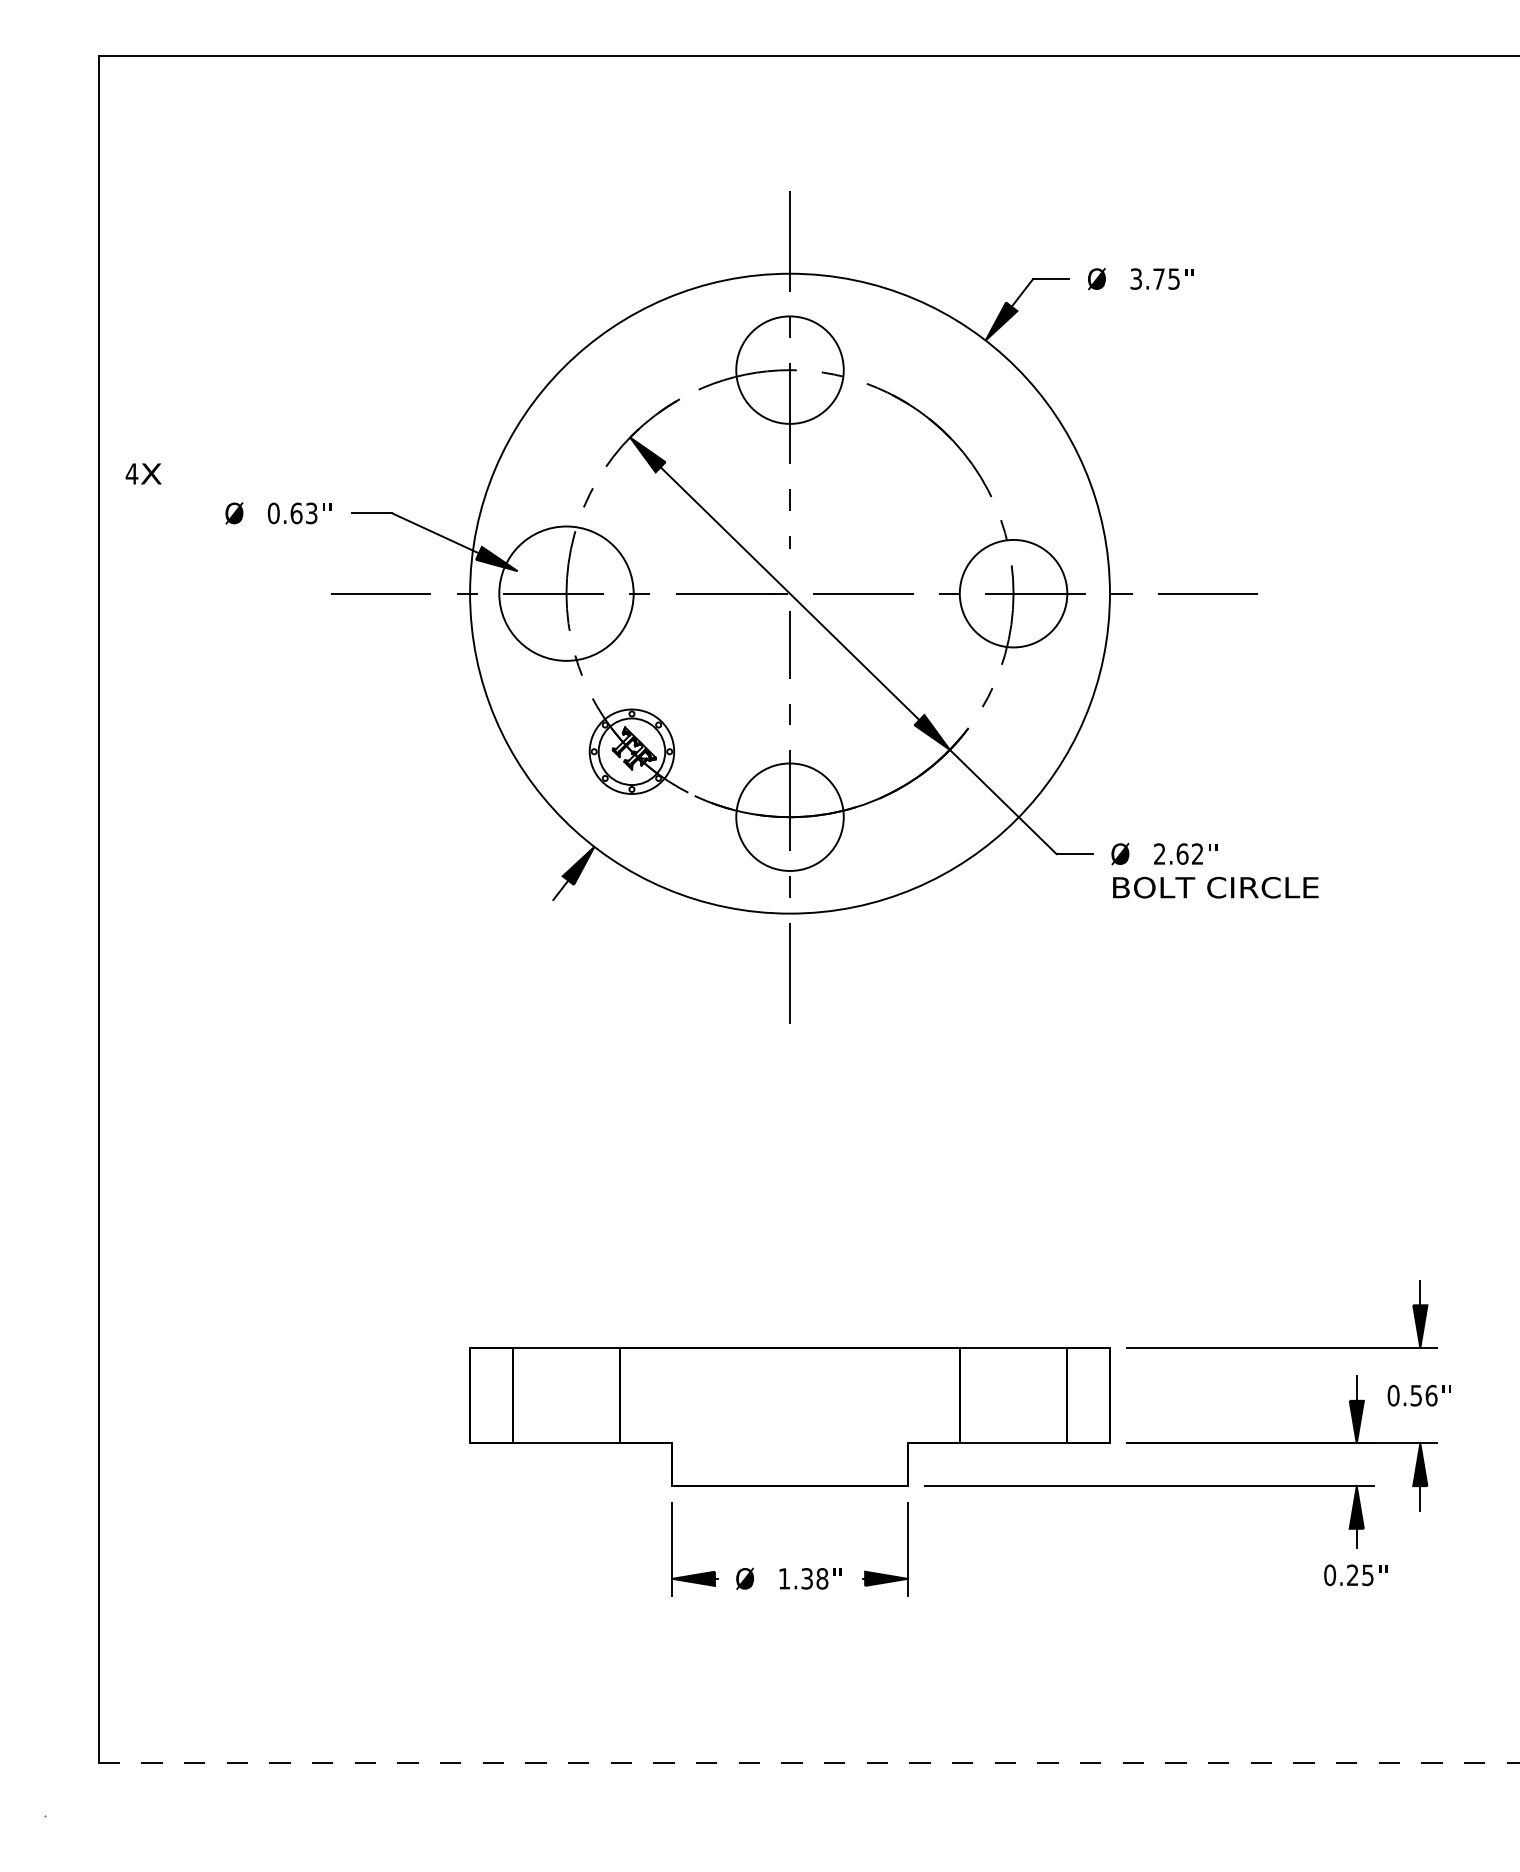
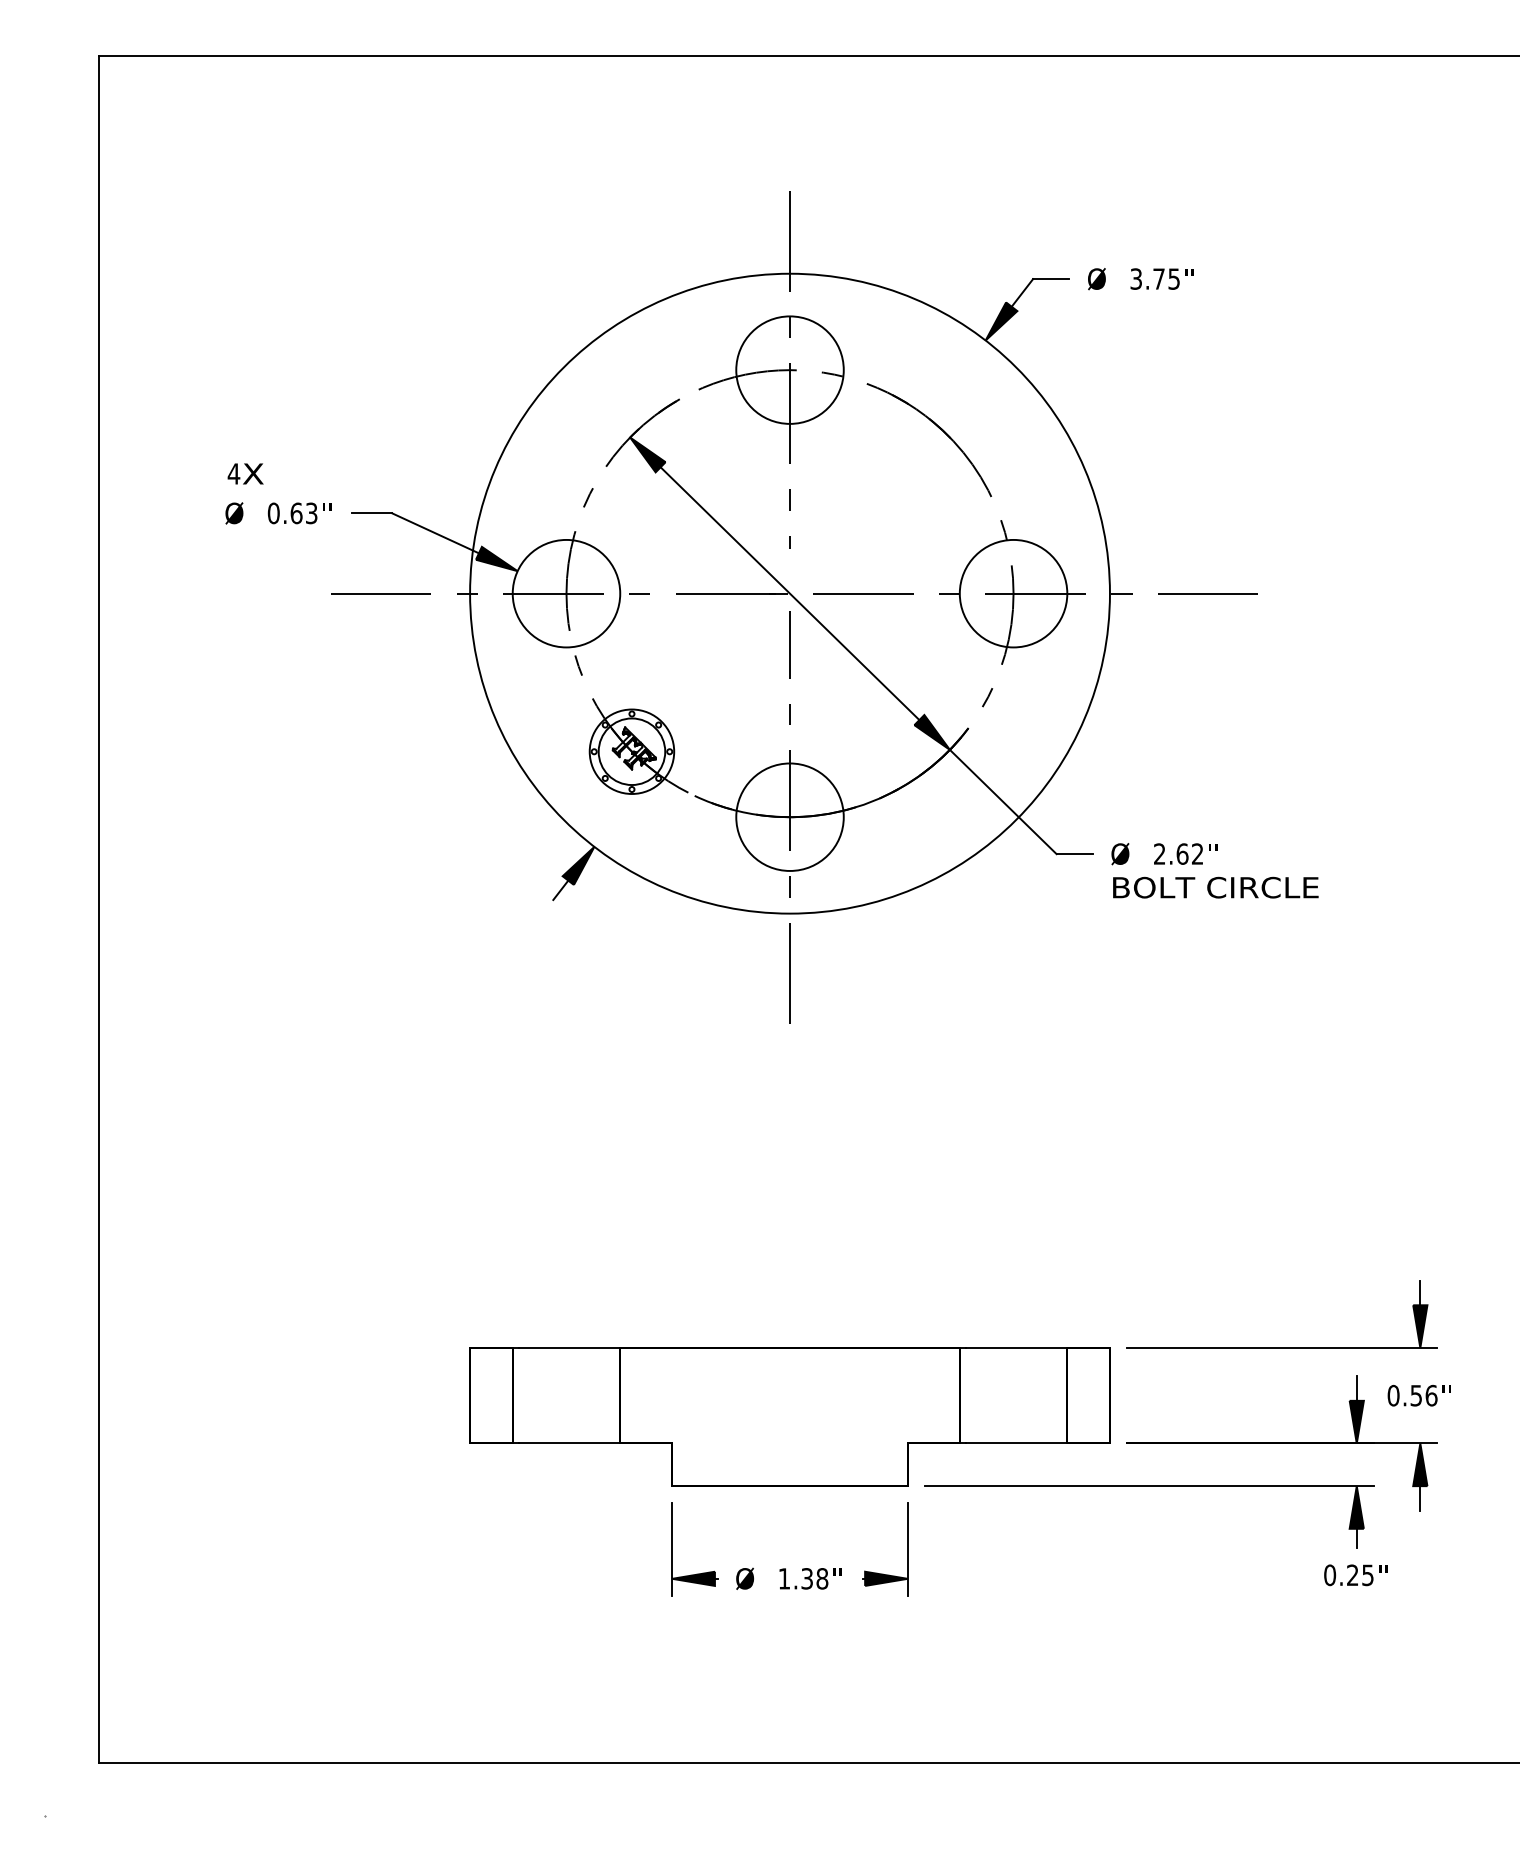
text at (143, 473) position: (143, 473) -> (245, 473)
circle at (566, 593) diameter: 134 px -> 108 px
line at (809, 1762): dashed -> solid
